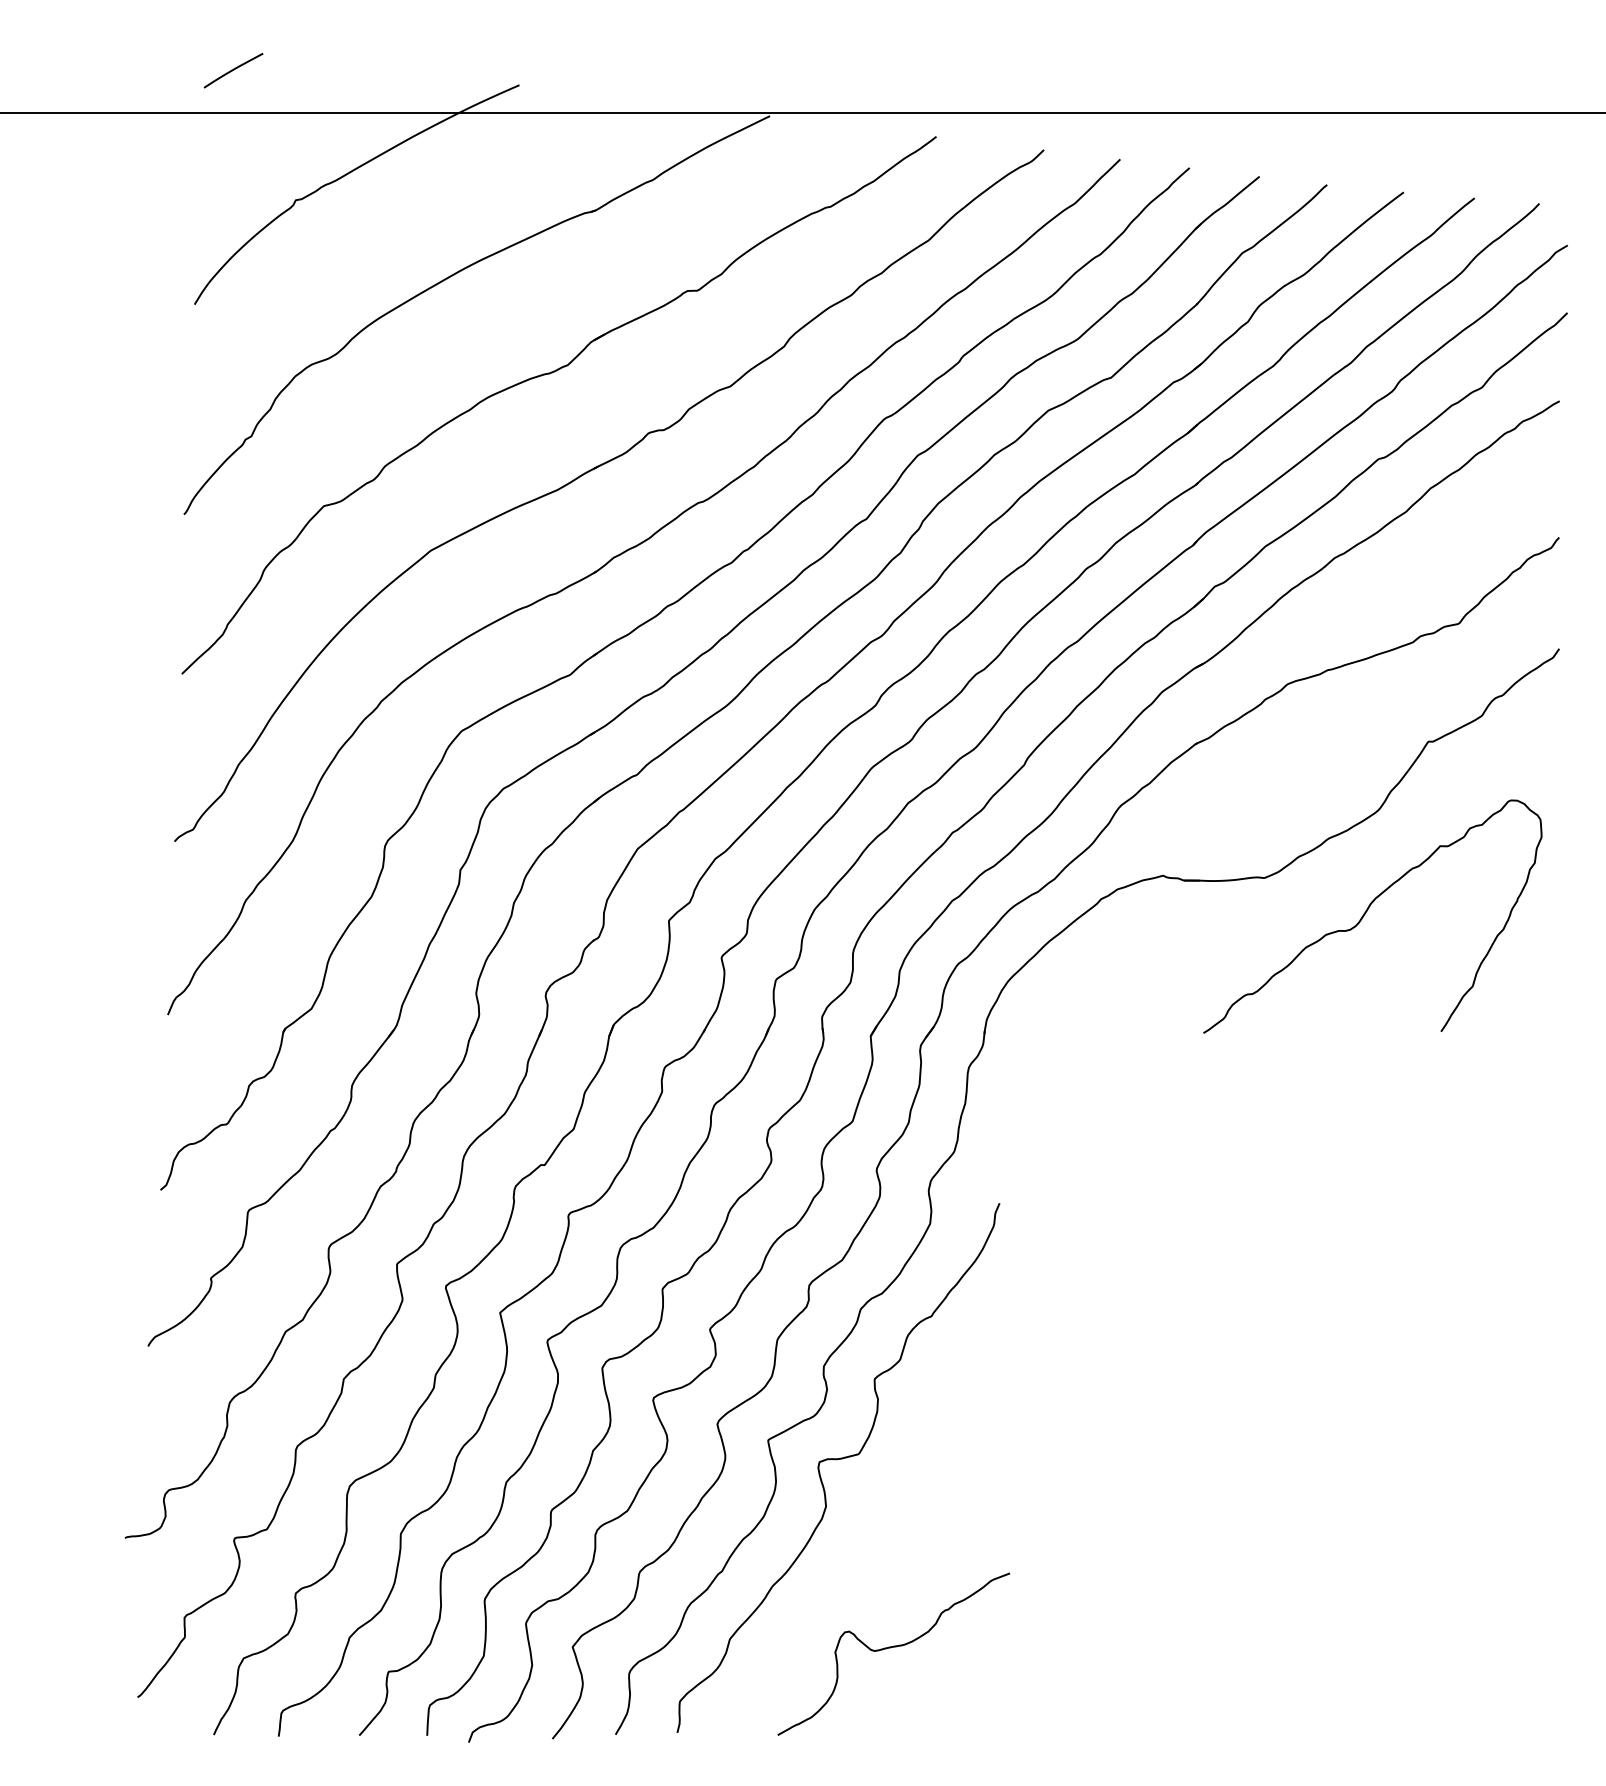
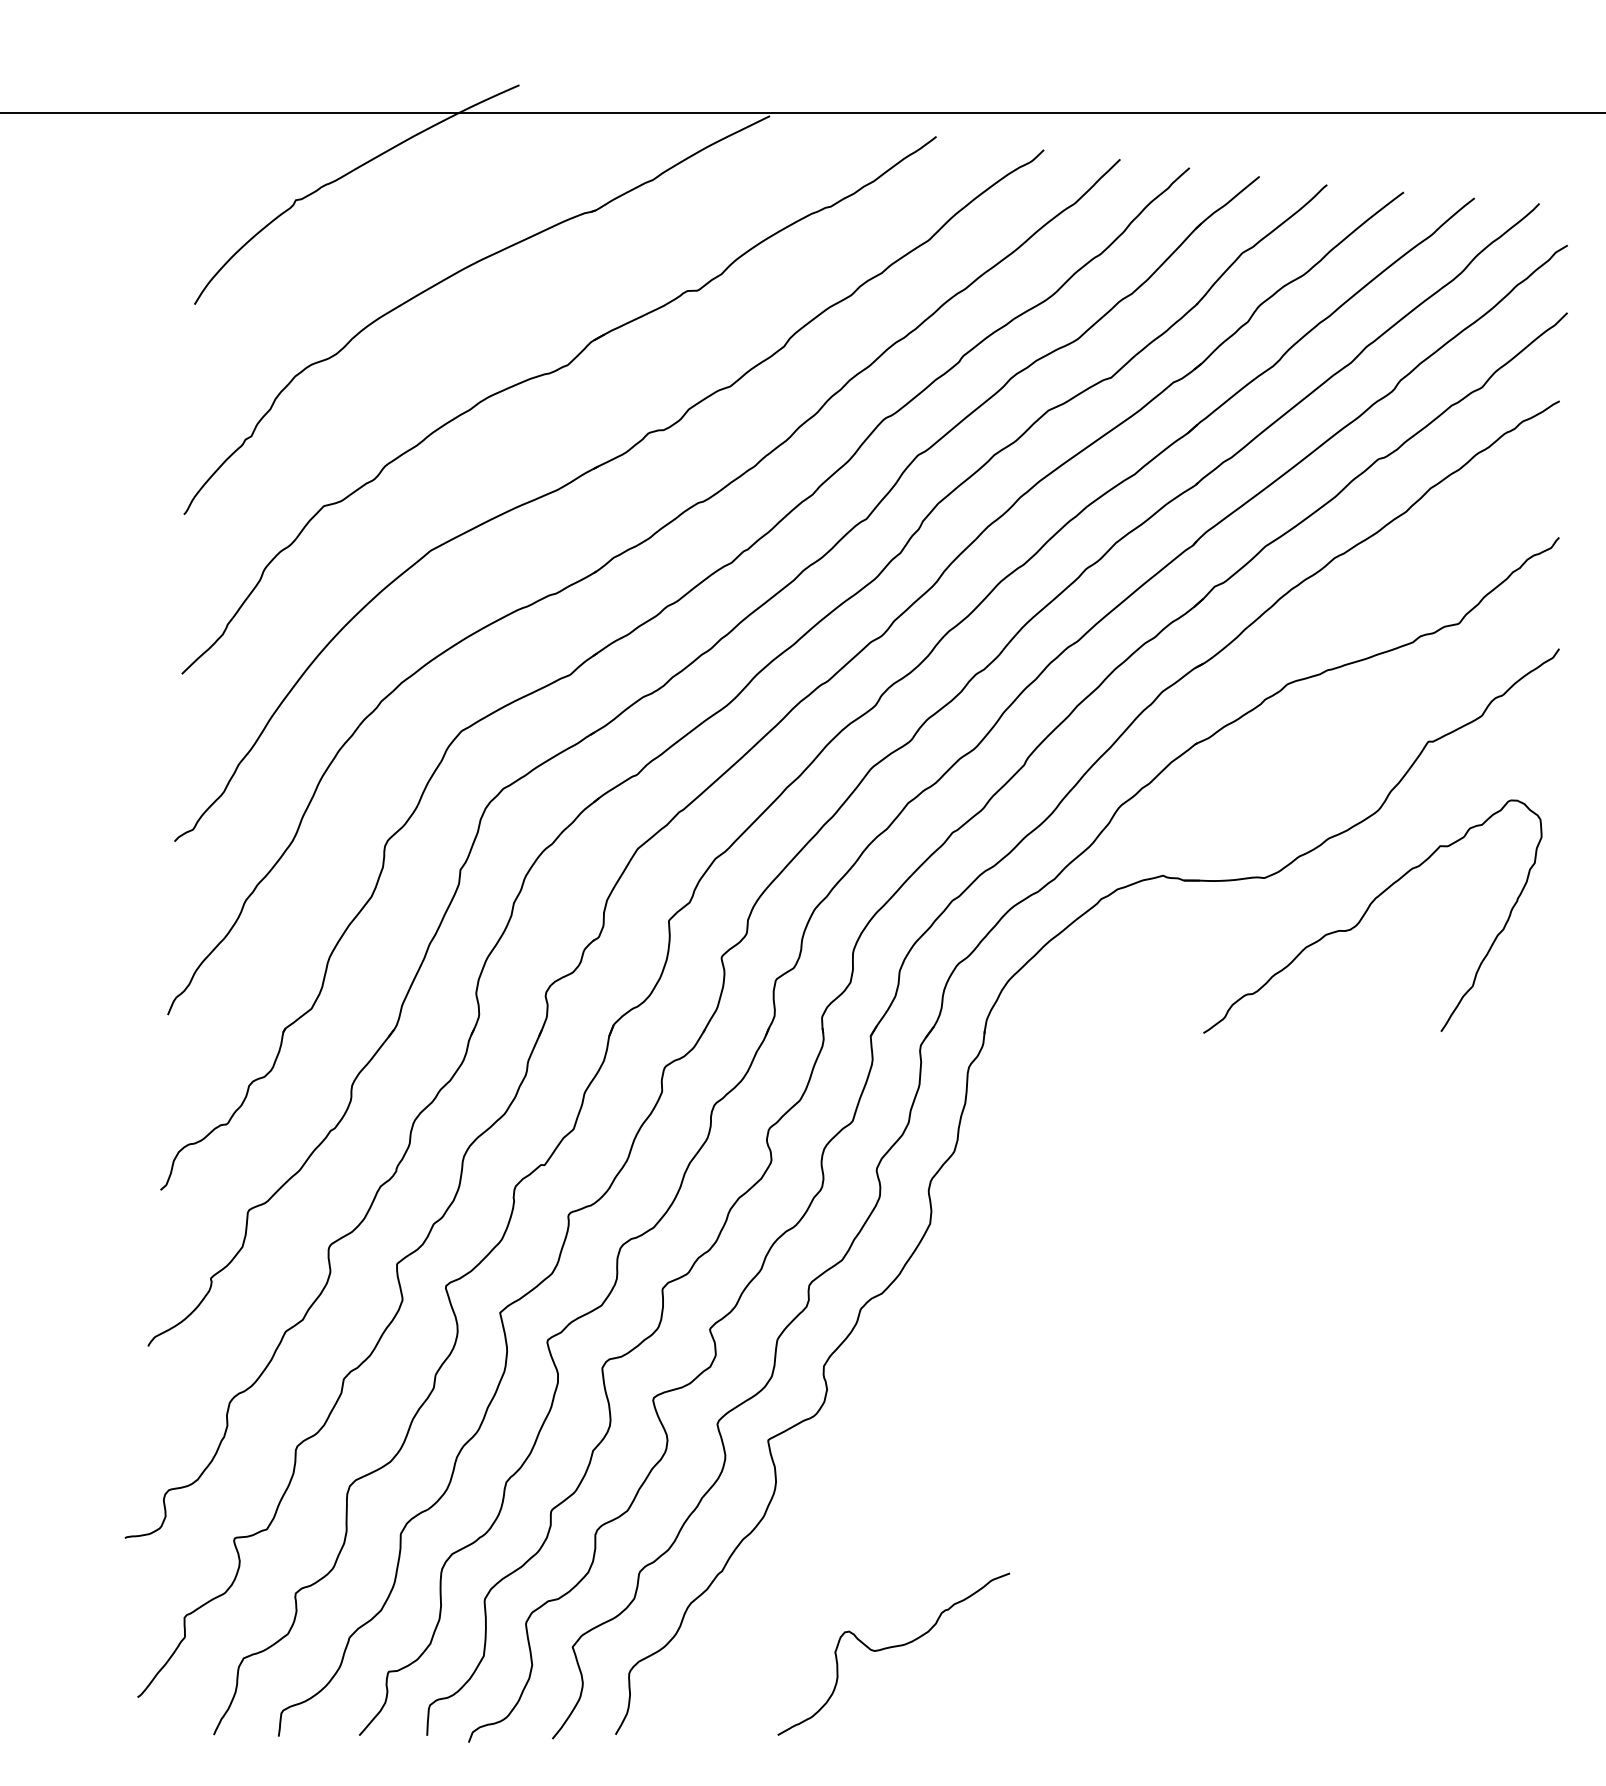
curve at (233, 70): present -> none
curve at (836, 1460): present -> none
